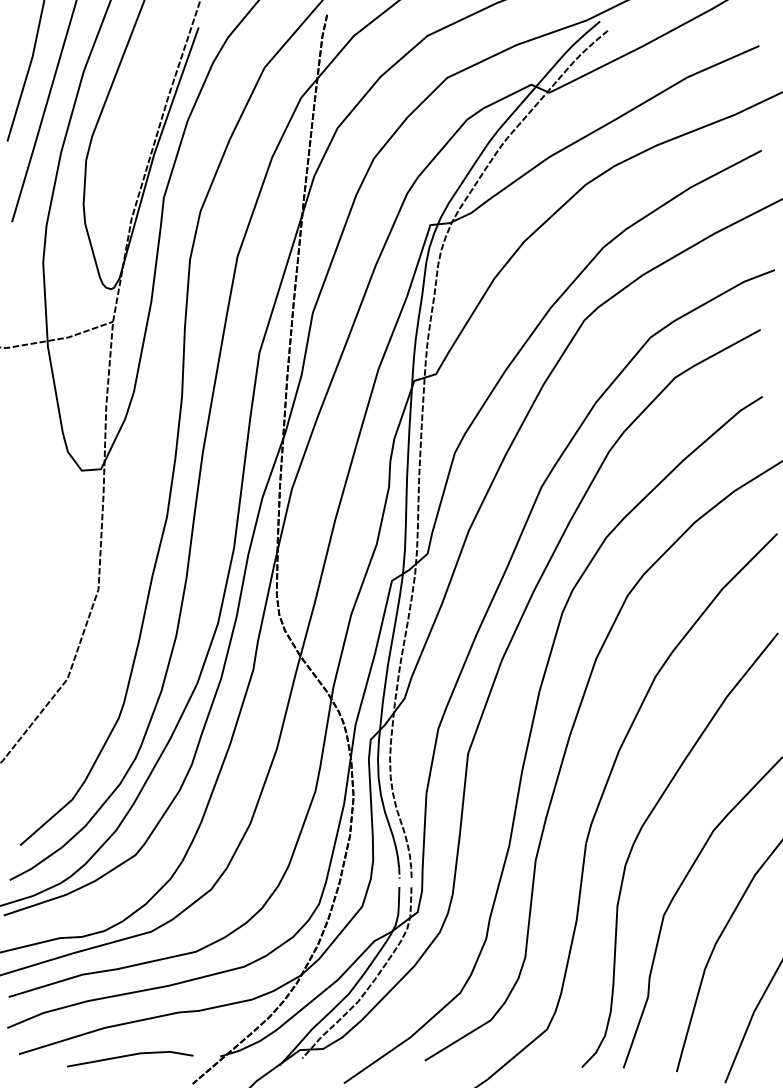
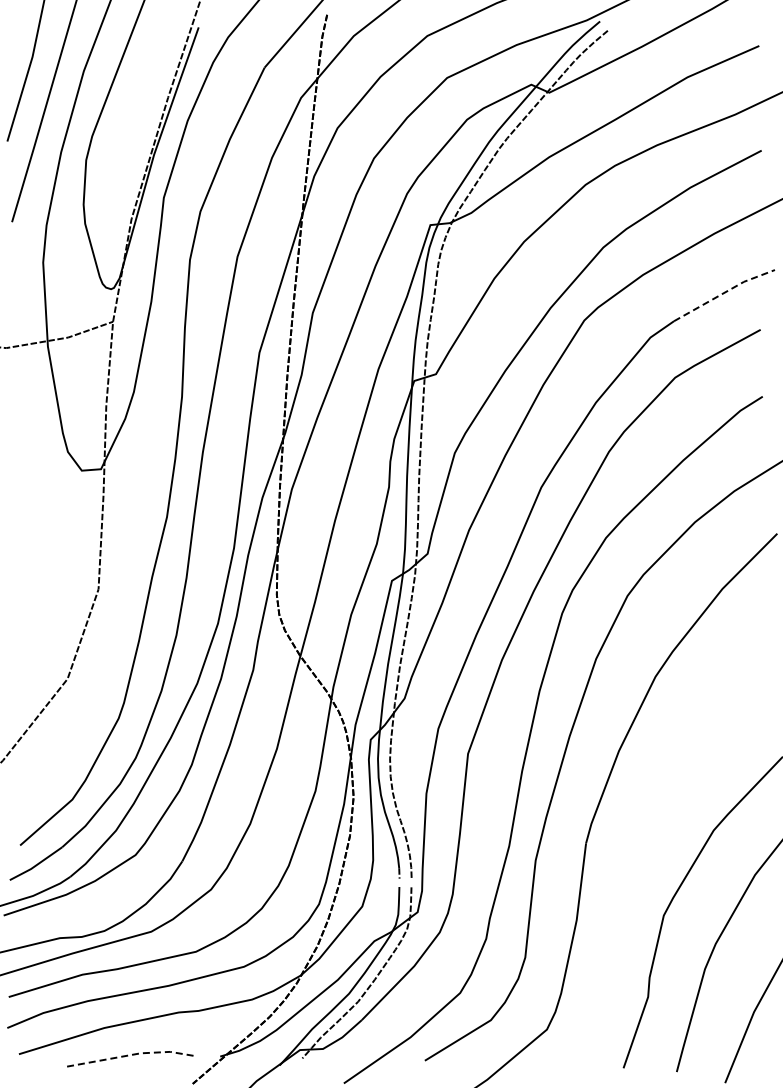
line at (724, 293): solid -> dashed
curve at (641, 830): present -> none
line at (131, 1054): solid -> dashed
